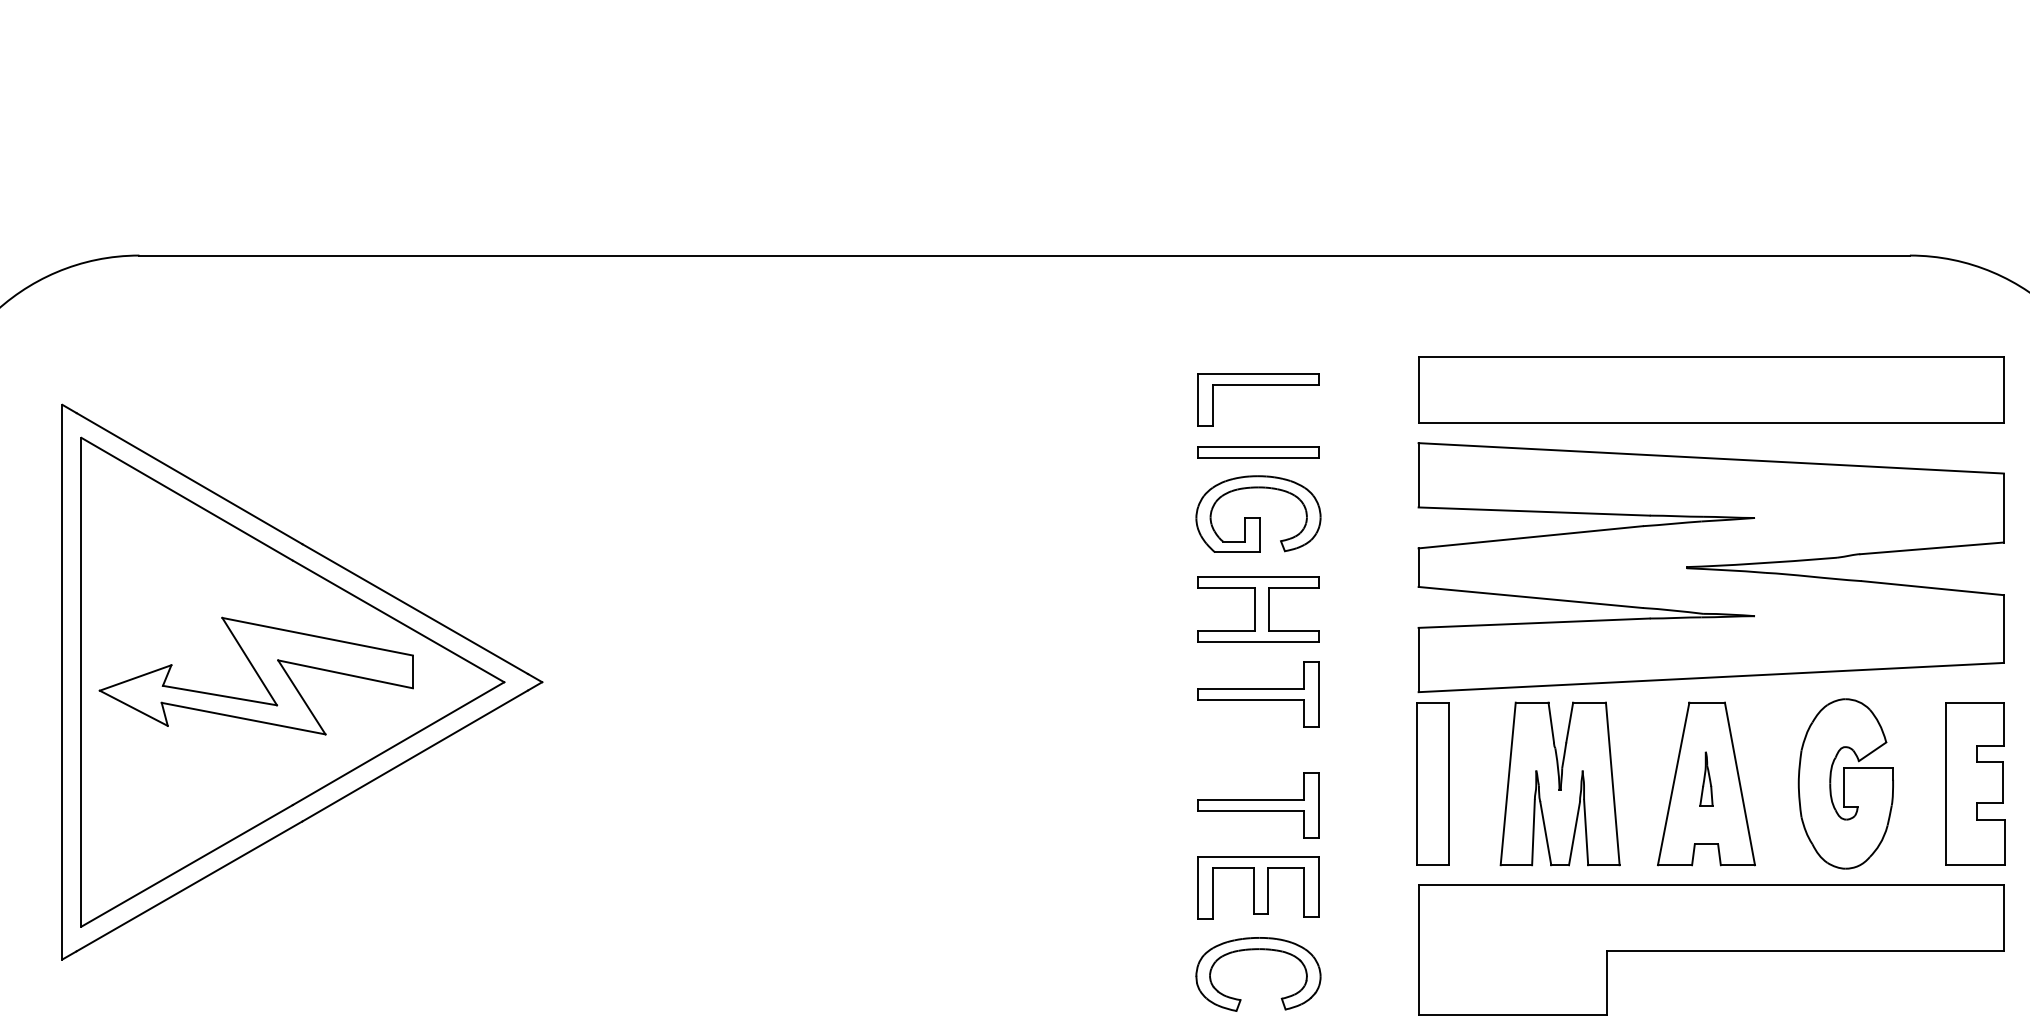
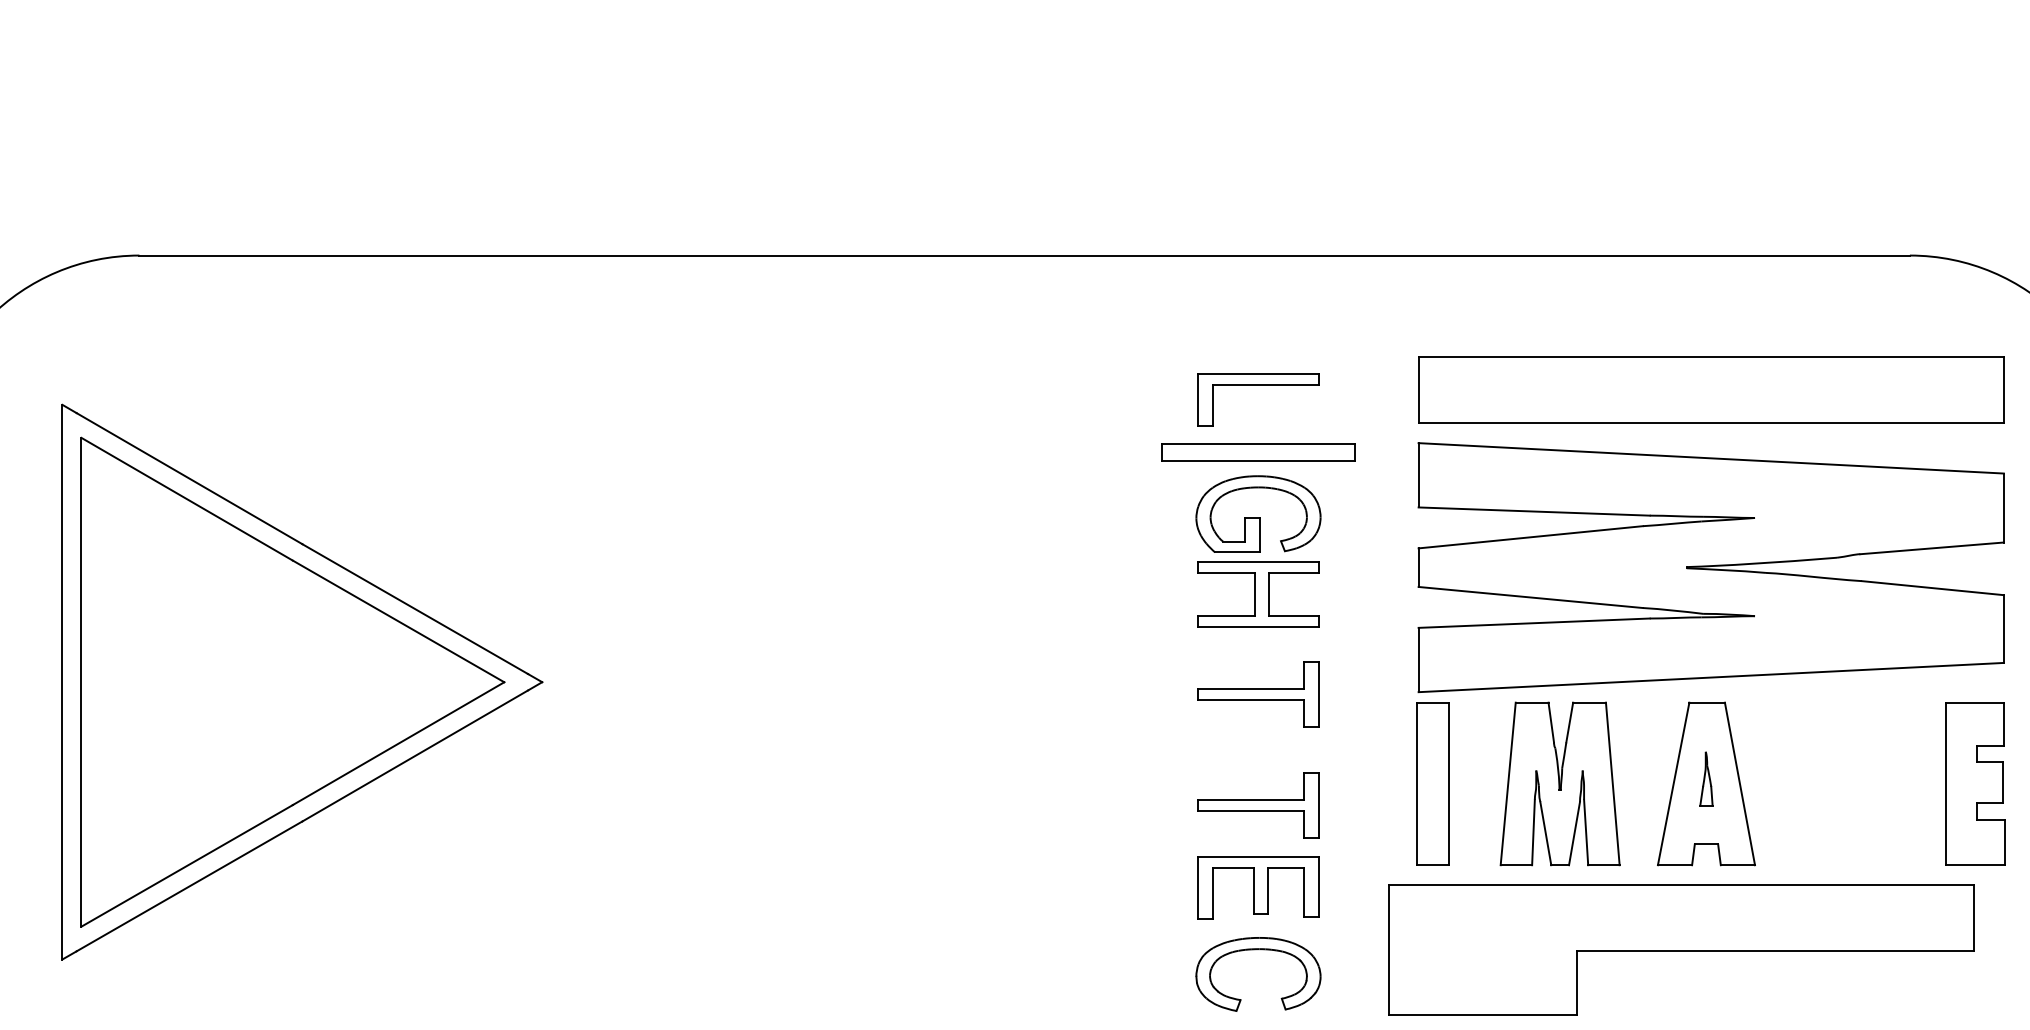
part at (1258, 452) size: 123x13 px -> 195x19 px
part at (1258, 609) position: (1258, 609) -> (1258, 594)
part at (255, 675): present -> none
part at (1845, 783): present -> none
part at (1711, 949) position: (1711, 949) -> (1681, 949)
